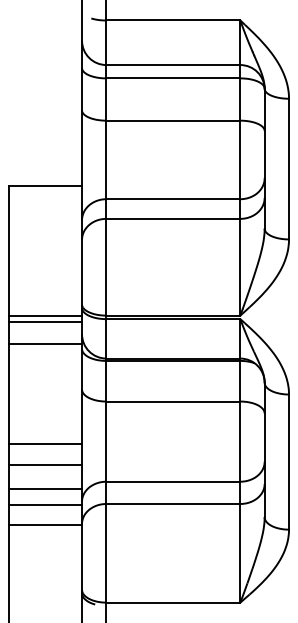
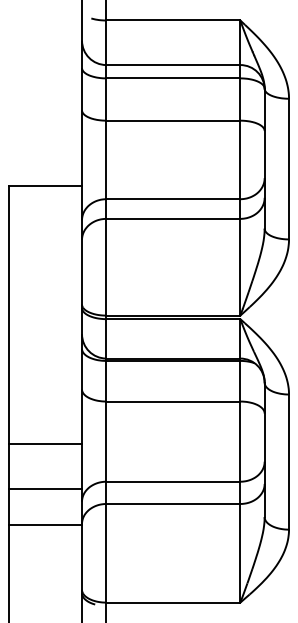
line at (45, 316): present -> none
line at (45, 322): present -> none
line at (45, 343): present -> none
line at (45, 465): present -> none
line at (45, 504): present -> none
